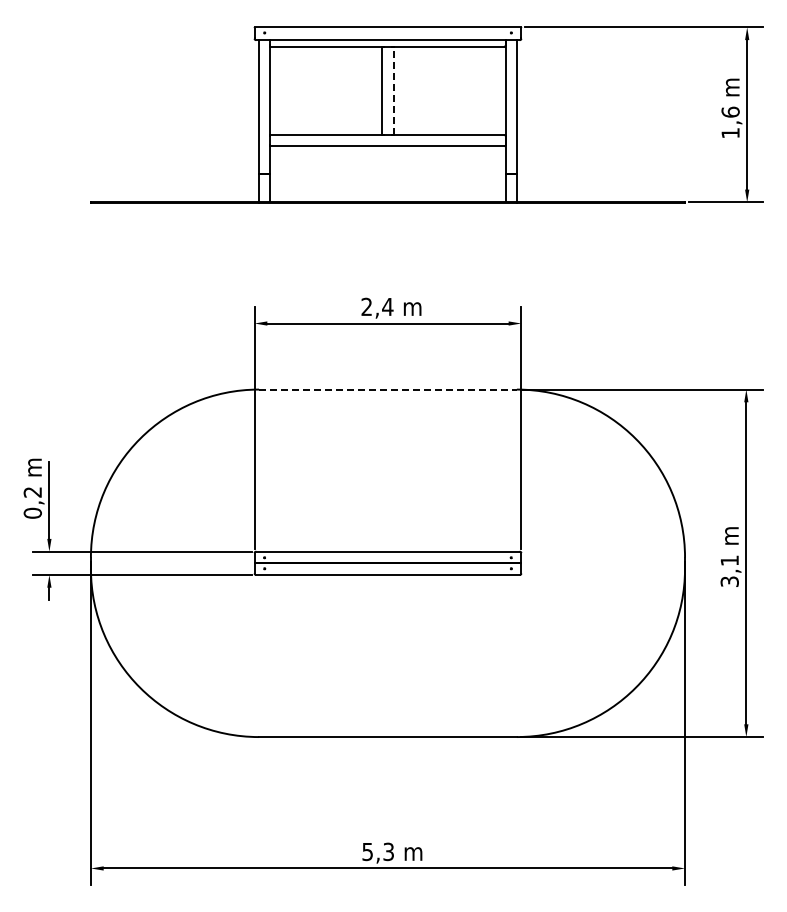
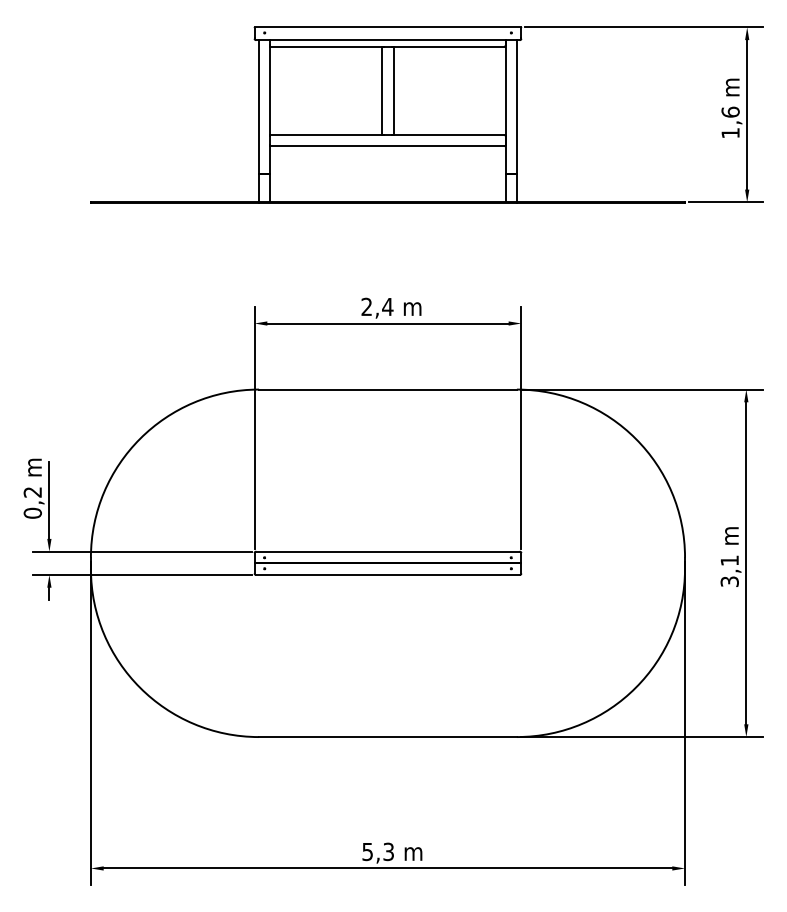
line at (393, 90): dashed -> solid
line at (387, 389): dashed -> solid
